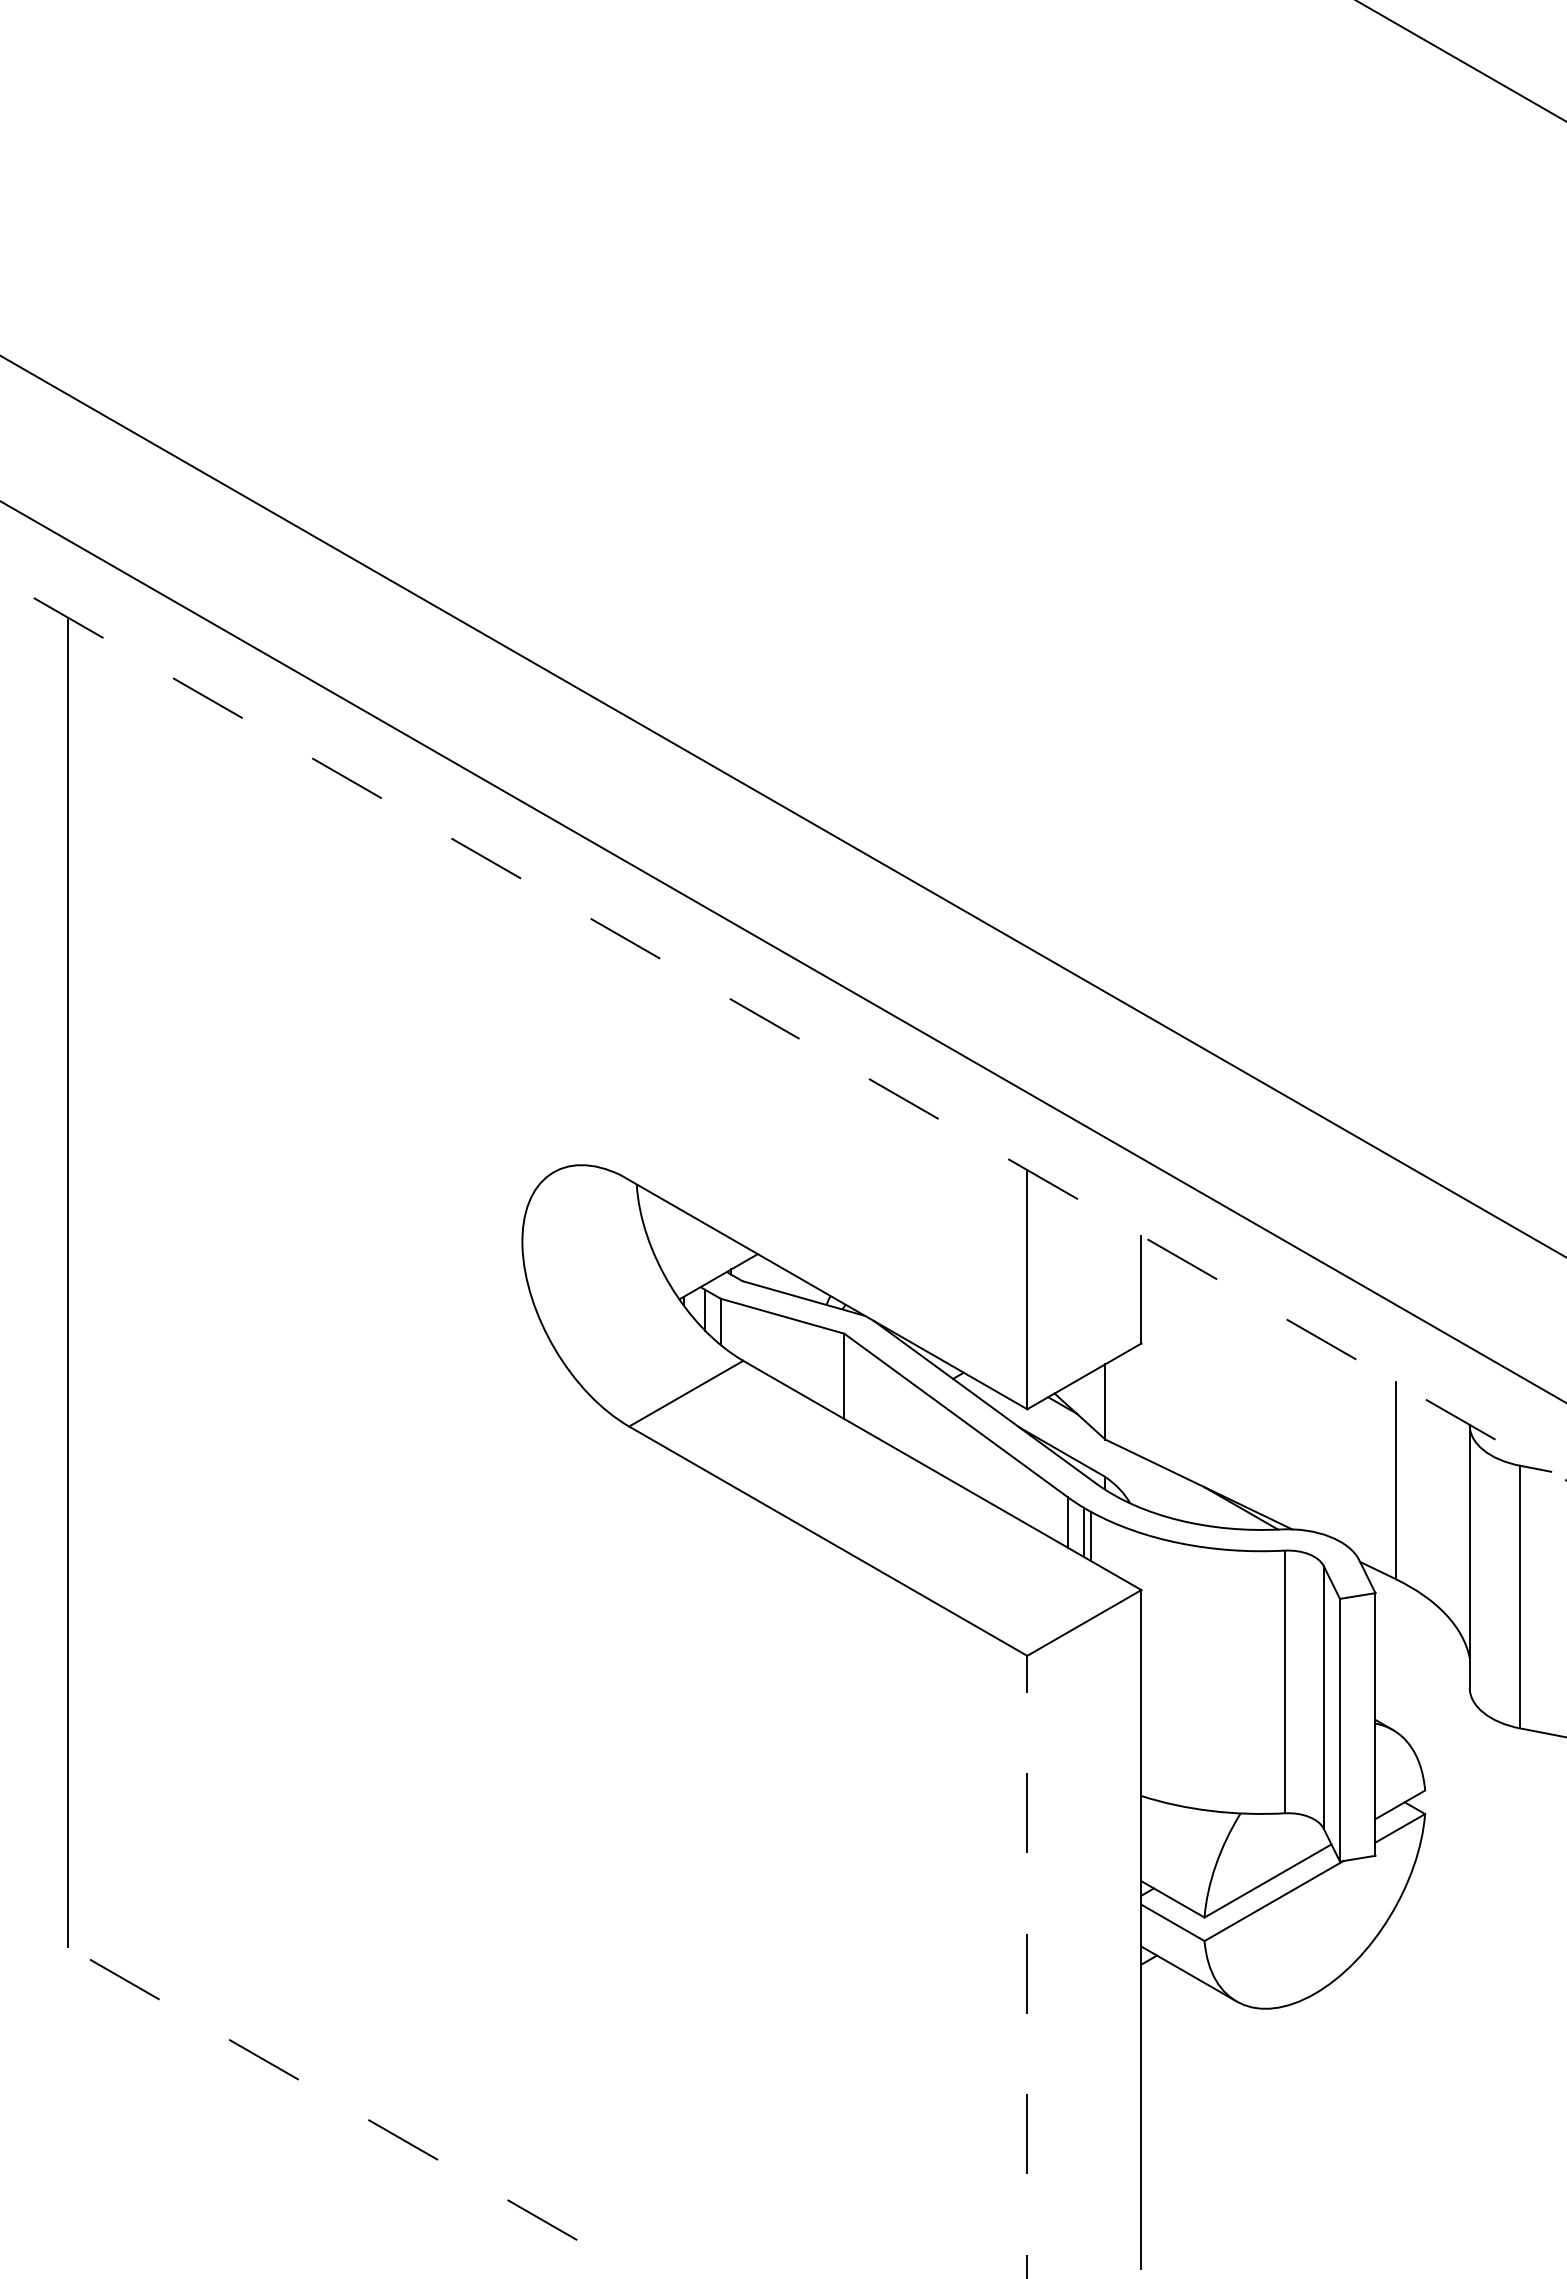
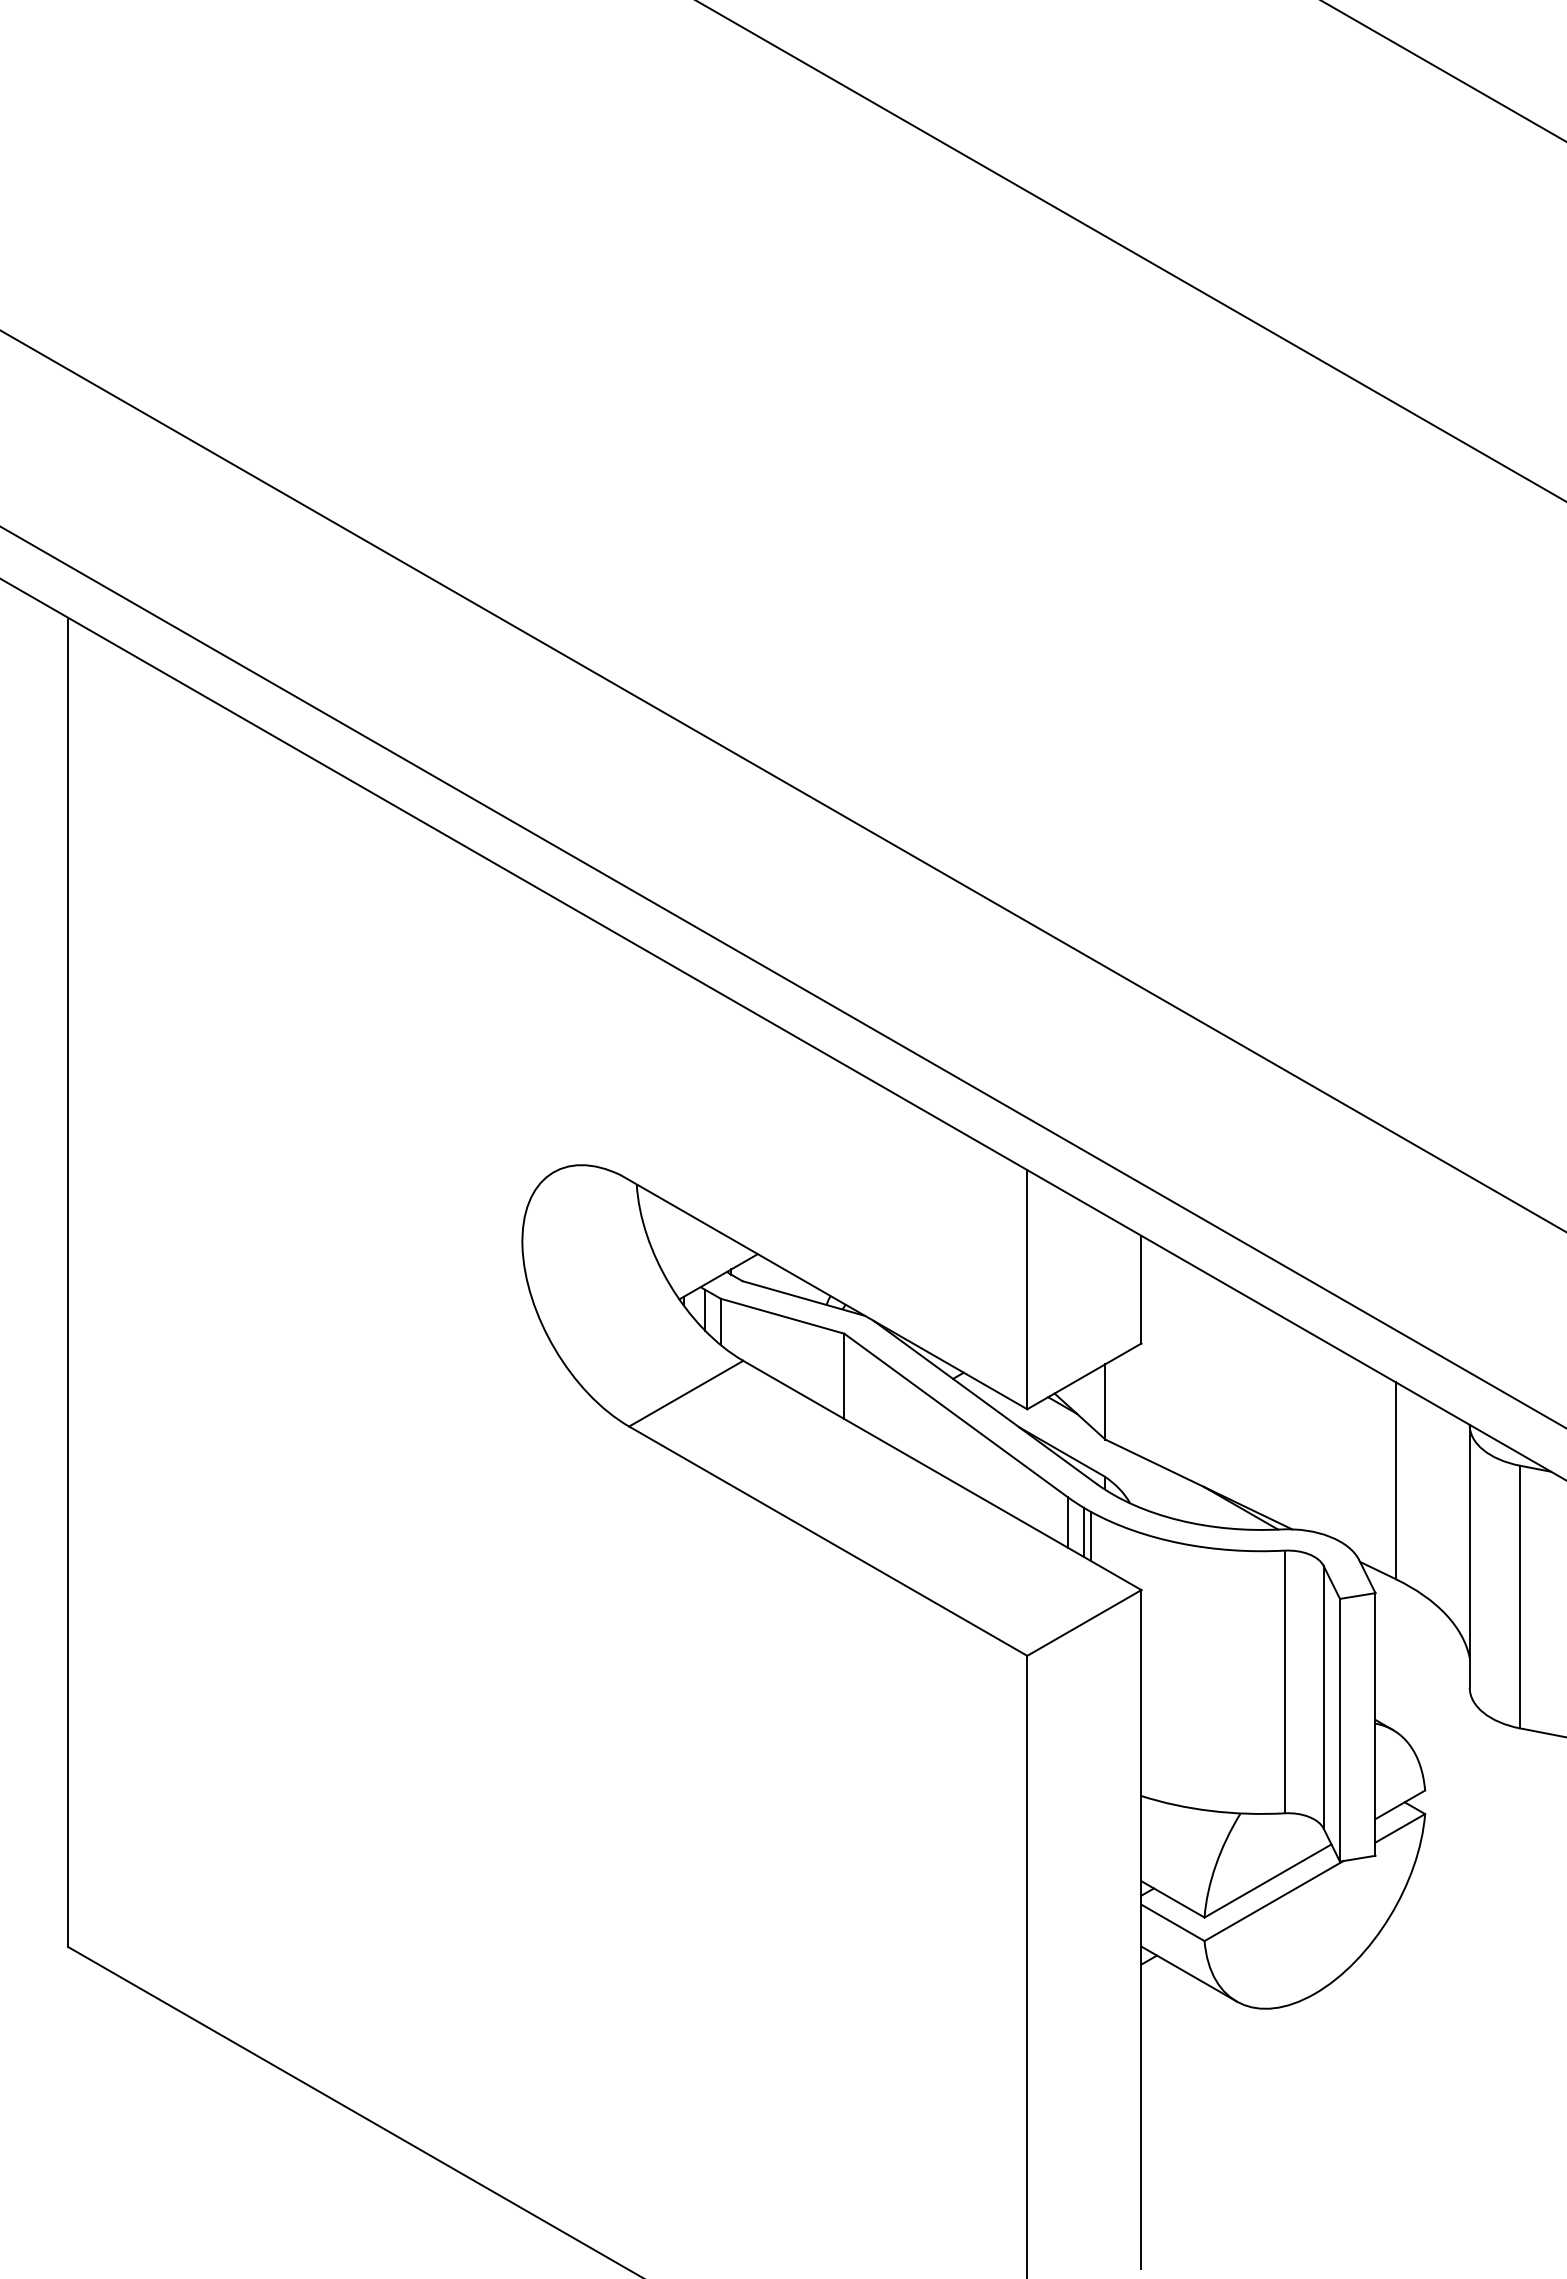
line at (1461, 61) position: (1461, 61) -> (1443, 71)
line at (1130, 251): none -> present
line at (782, 806) position: (782, 806) -> (782, 780)
line at (782, 951) position: (782, 951) -> (782, 976)
line at (783, 1029): dashed -> solid
line at (1027, 1966): dashed -> solid
line at (356, 2112): dashed -> solid
